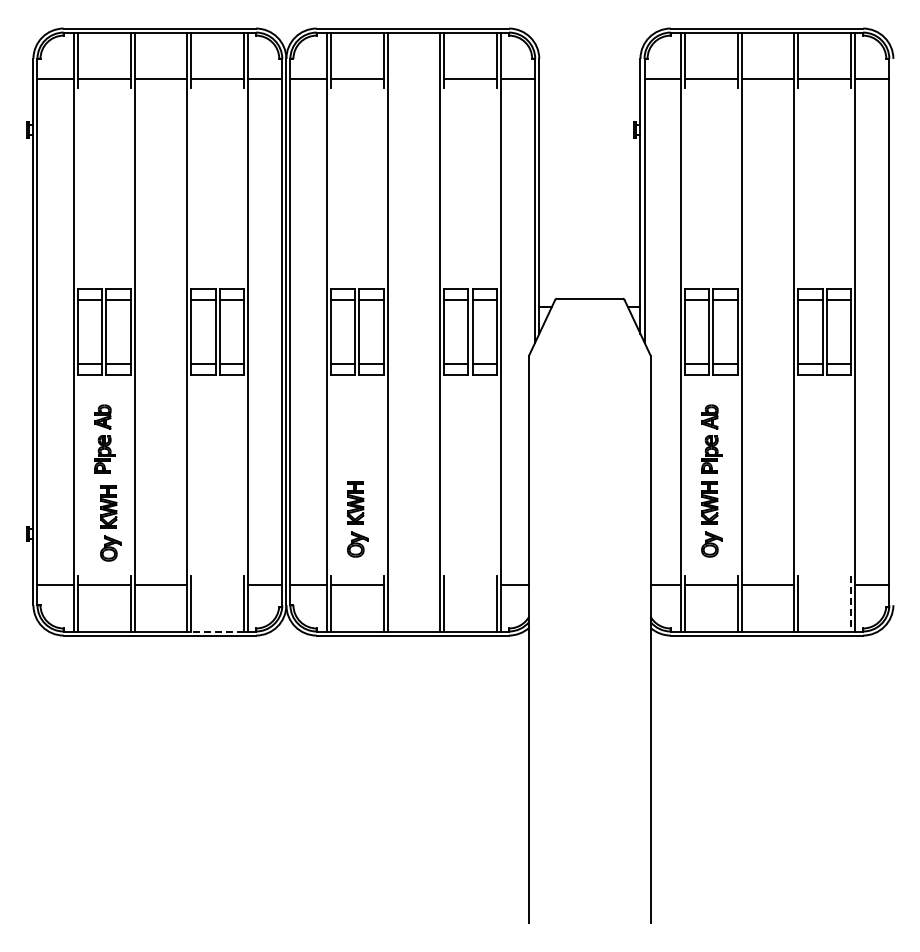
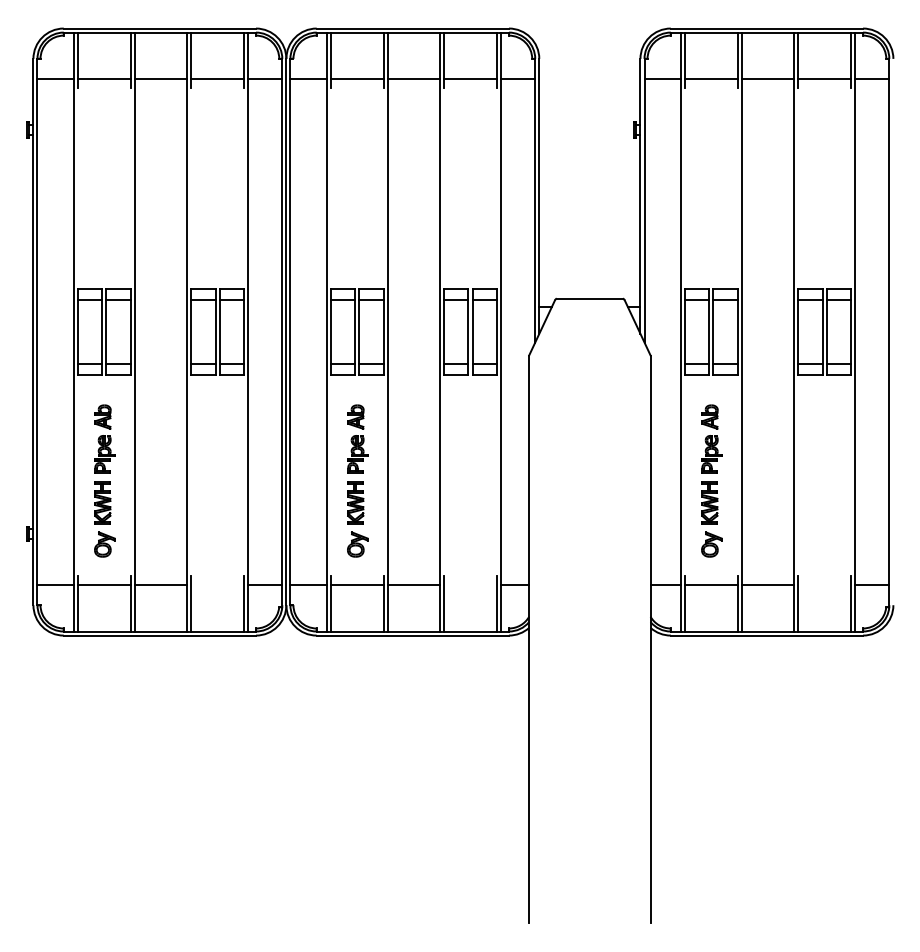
line at (413, 79): none -> present
part at (357, 438): none -> present
part at (110, 523) position: (110, 523) -> (104, 519)
line at (413, 584): none -> present
line at (850, 603): dashed -> solid
line at (217, 631): dashed -> solid
